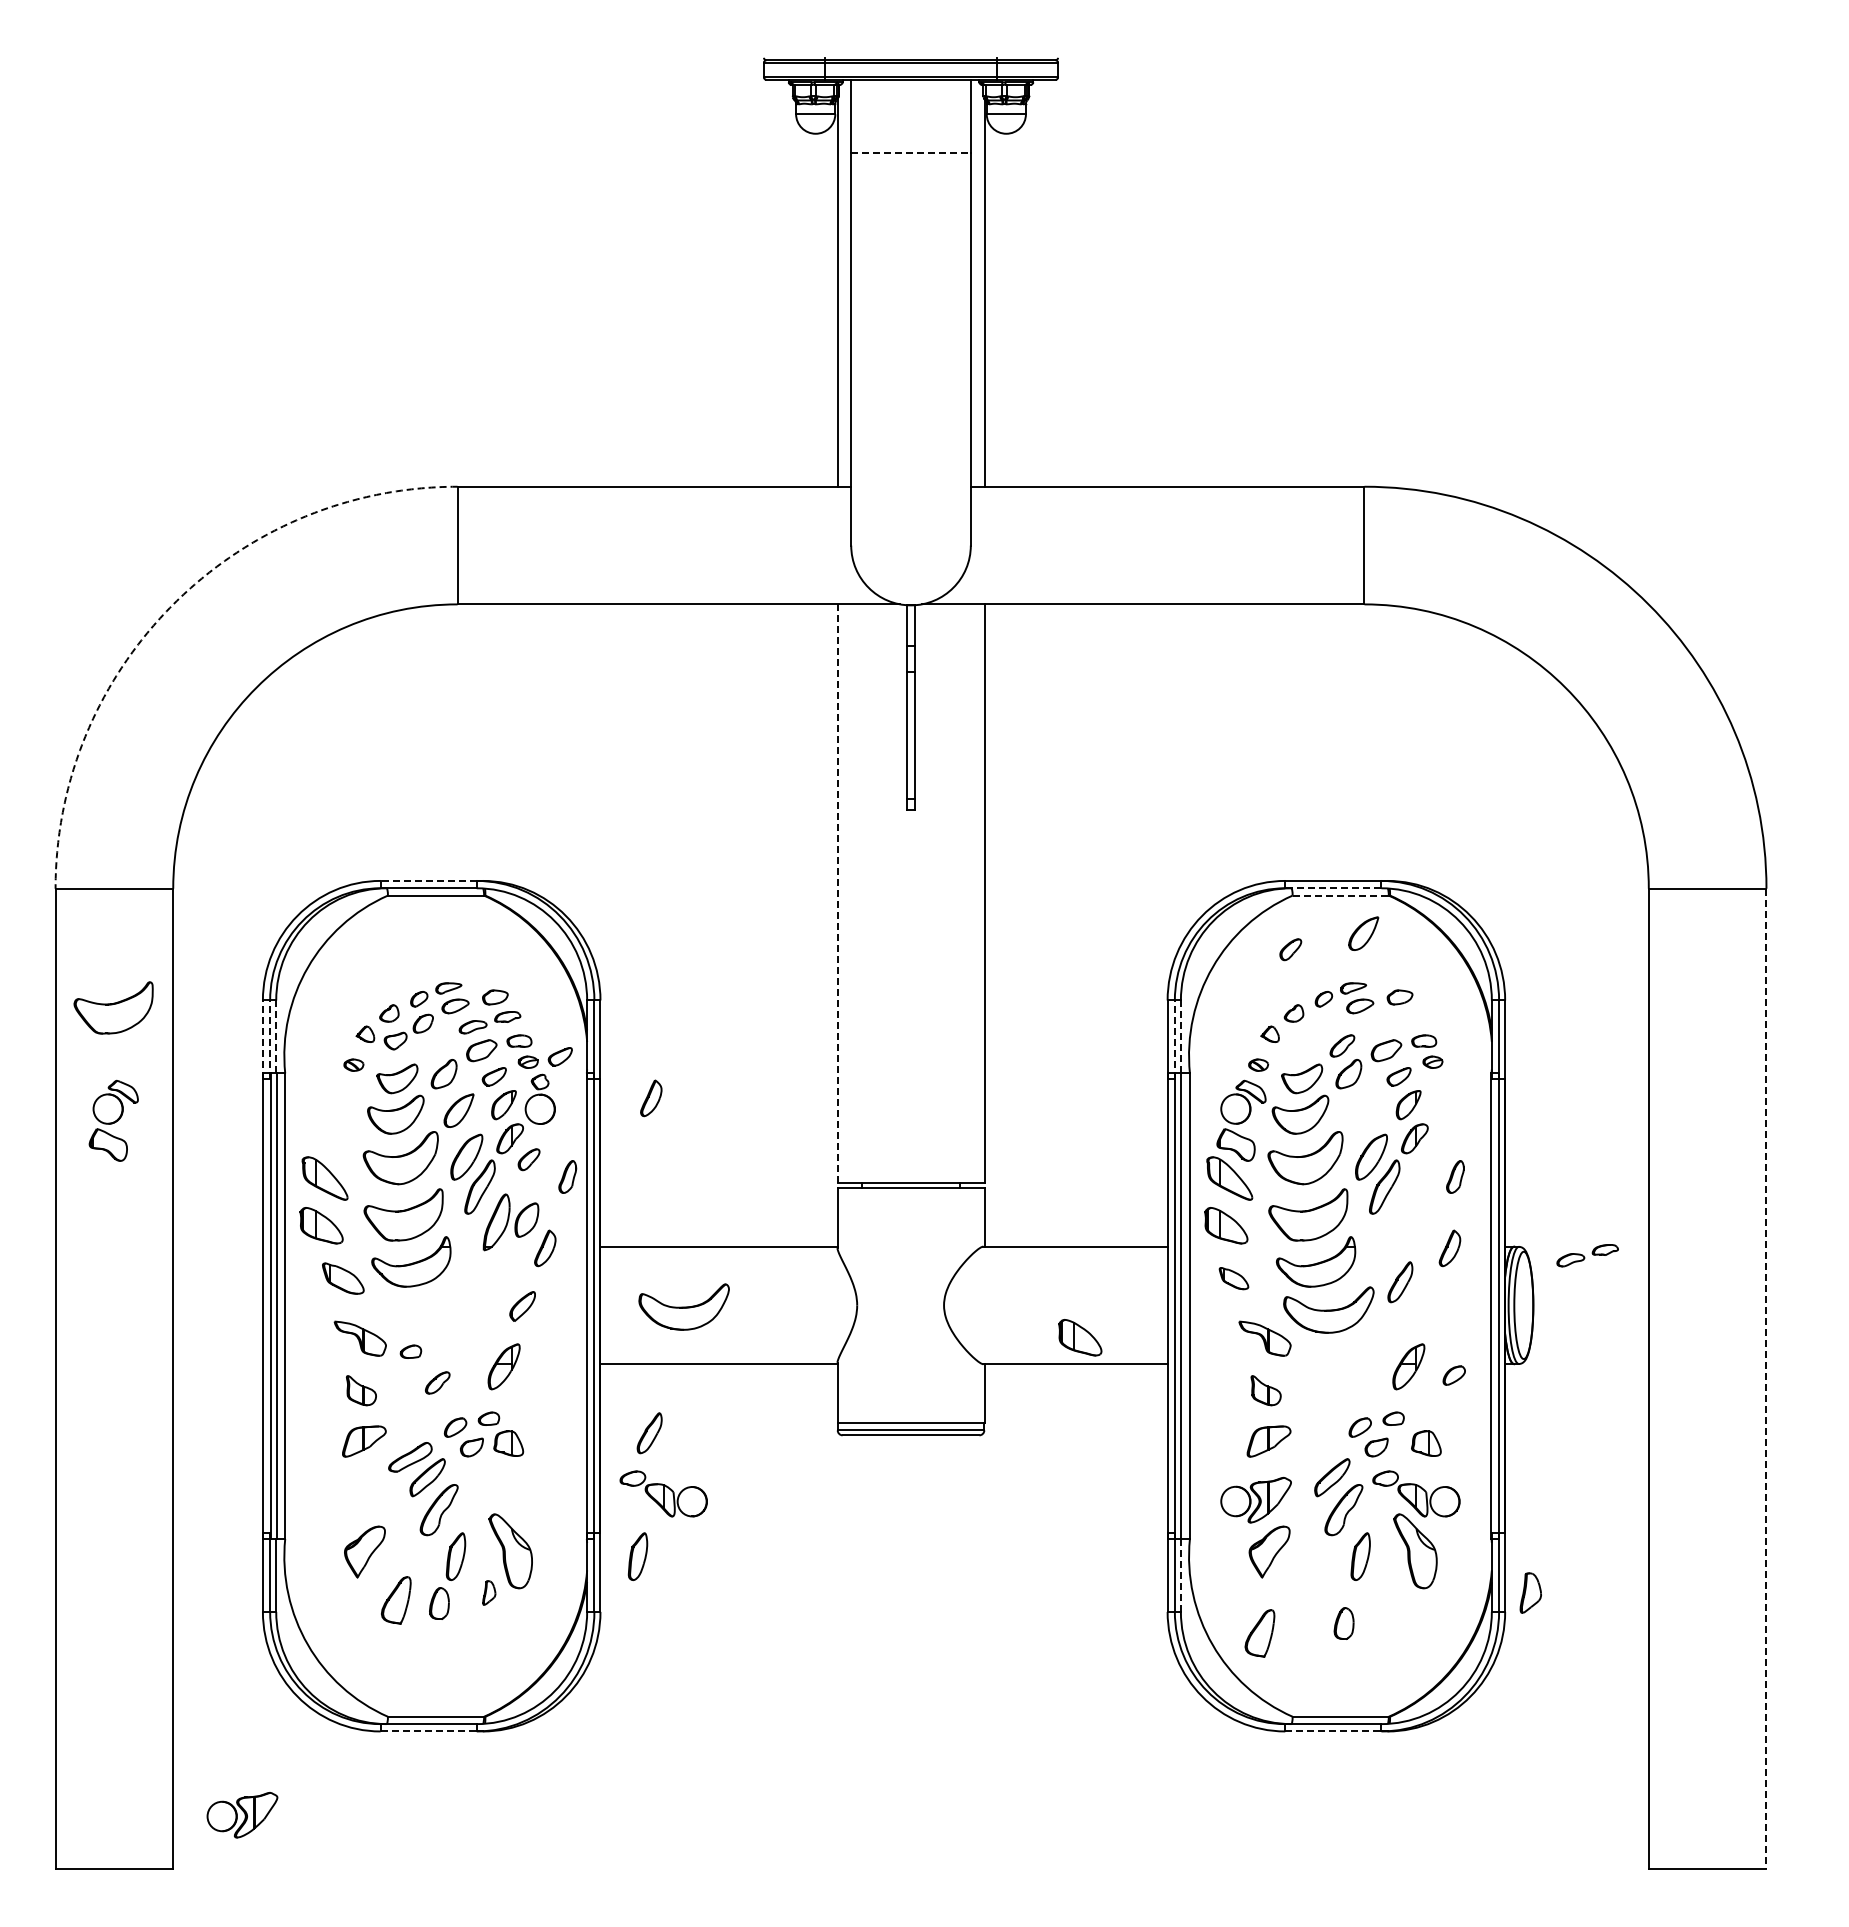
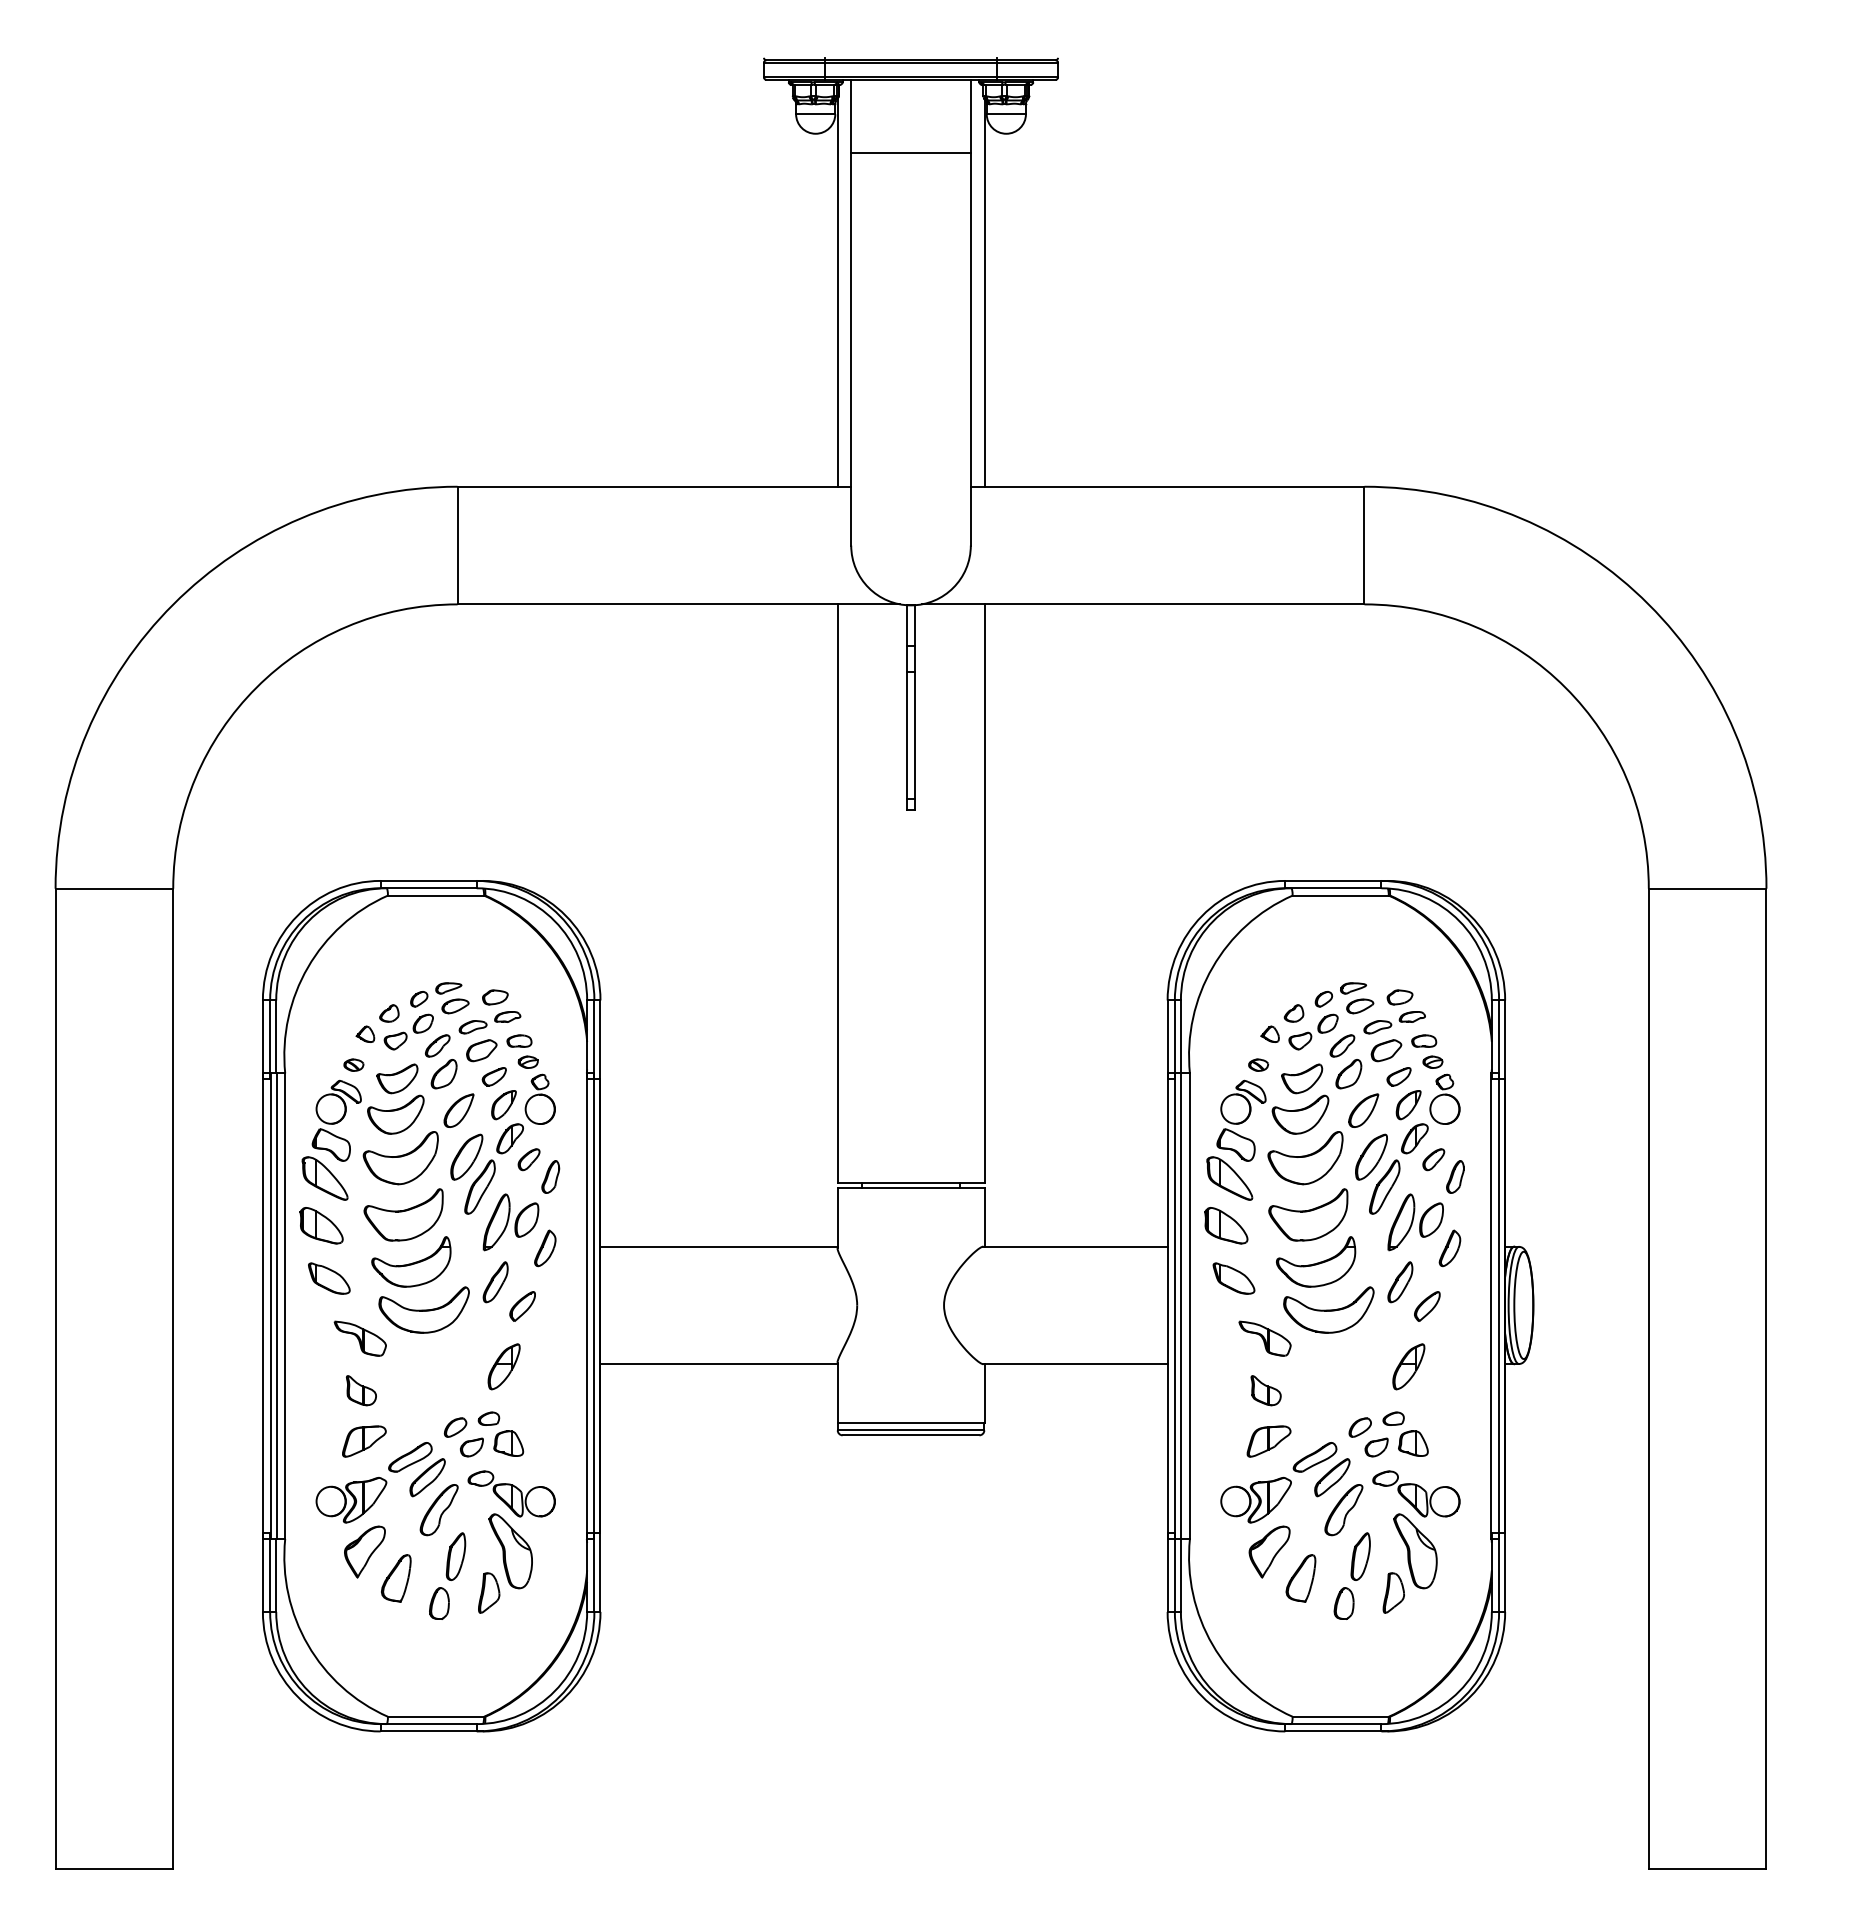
line at (911, 153): dashed -> solid
arc at (173, 604): dashed -> solid
line at (428, 880): dashed -> solid
line at (1332, 888): dashed -> solid
line at (837, 893): dashed -> solid
line at (1341, 895): dashed -> solid
part at (1363, 933) position: (1363, 933) -> (1363, 1110)
part at (1290, 949) position: (1290, 949) -> (1433, 1159)
part at (113, 1007): present -> none
part at (1313, 1031): none -> present
line at (276, 1037): dashed -> solid
line at (1180, 1037): dashed -> solid
line at (262, 1039): dashed -> solid
line at (270, 1039): dashed -> solid
line at (1174, 1039): dashed -> solid
part at (559, 1056): present -> none
part at (651, 1098): present -> none
part at (1444, 1098): none -> present
part at (113, 1120) position: (113, 1120) -> (336, 1120)
part at (567, 1176) position: (567, 1176) -> (550, 1176)
part at (1415, 1222): none -> present
part at (1587, 1255) position: (1587, 1255) -> (1394, 1022)
part at (343, 1278) position: (343, 1278) -> (329, 1278)
part at (1233, 1278) size: 32x24 px -> 44x33 px
part at (683, 1306) position: (683, 1306) -> (423, 1309)
part at (1427, 1306): none -> present
part at (1080, 1337): present -> none
part at (410, 1351): present -> none
part at (1453, 1375): present -> none
line at (1766, 1379): dashed -> solid
part at (437, 1382) position: (437, 1382) -> (437, 1045)
part at (649, 1433) position: (649, 1433) -> (495, 1282)
part at (1426, 1443) position: (1426, 1443) -> (1413, 1443)
part at (1314, 1457): none -> present
part at (663, 1493) position: (663, 1493) -> (511, 1493)
part at (637, 1556): present -> none
line at (1180, 1575): dashed -> solid
part at (489, 1592) size: 15x26 px -> 23x42 px
part at (1530, 1592) position: (1530, 1592) -> (1393, 1592)
part at (396, 1600) position: (396, 1600) -> (396, 1578)
part at (1343, 1623) position: (1343, 1623) -> (1343, 1603)
part at (1259, 1633) position: (1259, 1633) -> (1300, 1578)
line at (429, 1731): dashed -> solid
line at (1333, 1731): dashed -> solid
part at (242, 1815) position: (242, 1815) -> (351, 1500)
